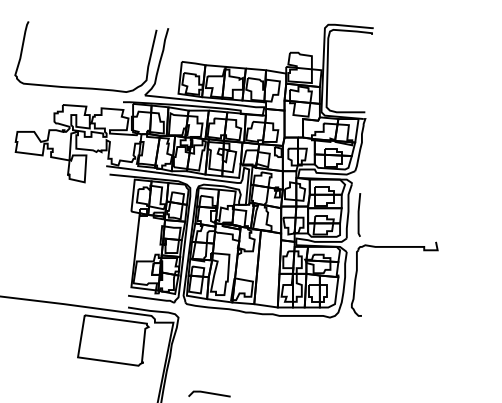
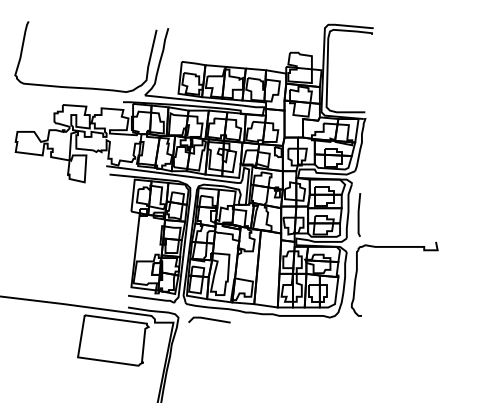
curve at (209, 393) position: (209, 393) -> (209, 319)
